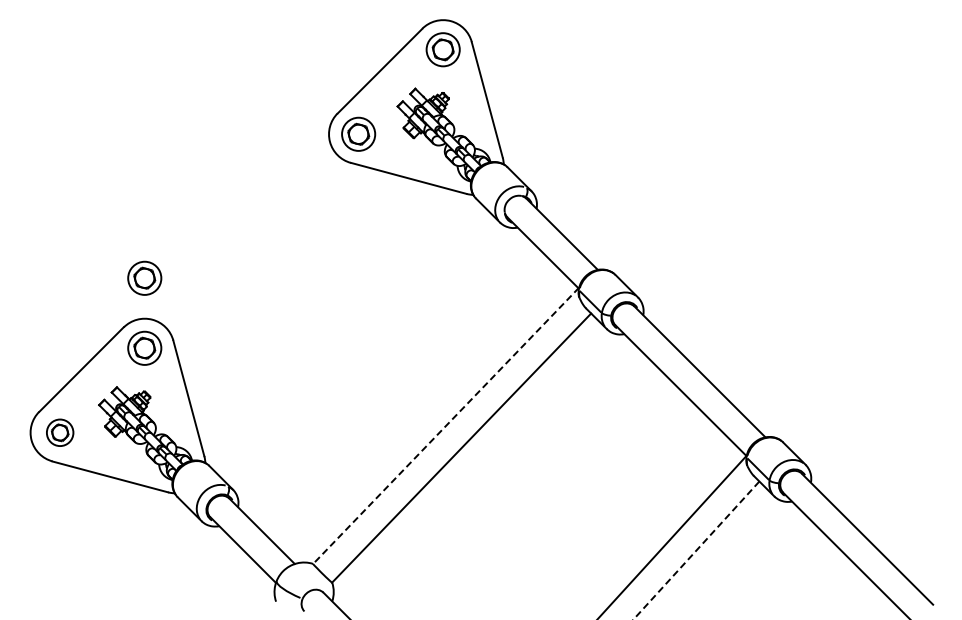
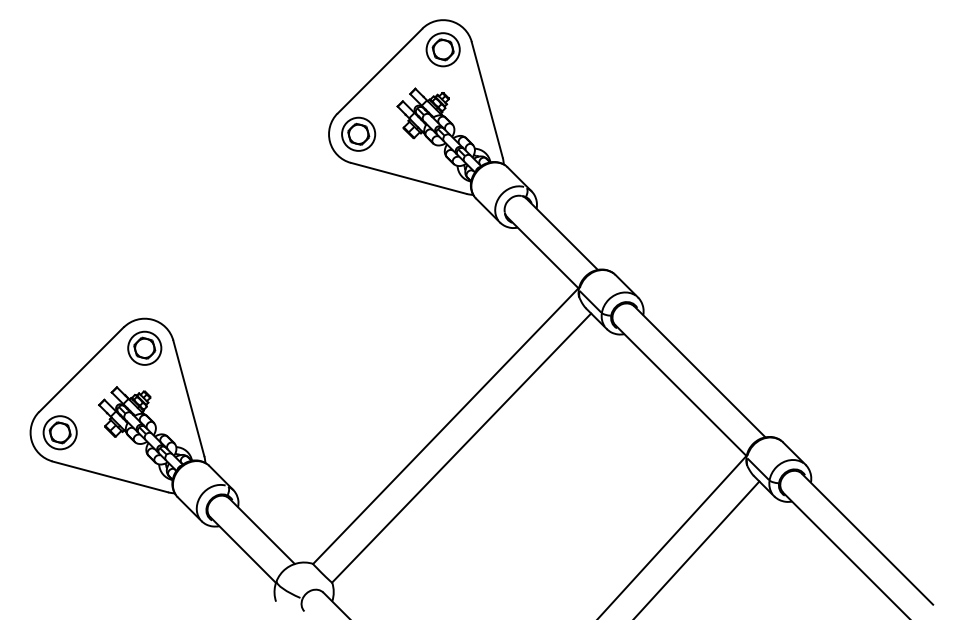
part at (144, 277): present -> none
line at (446, 425): dashed -> solid
part at (60, 432) size: 29x29 px -> 36x36 px
line at (696, 550): dashed -> solid
